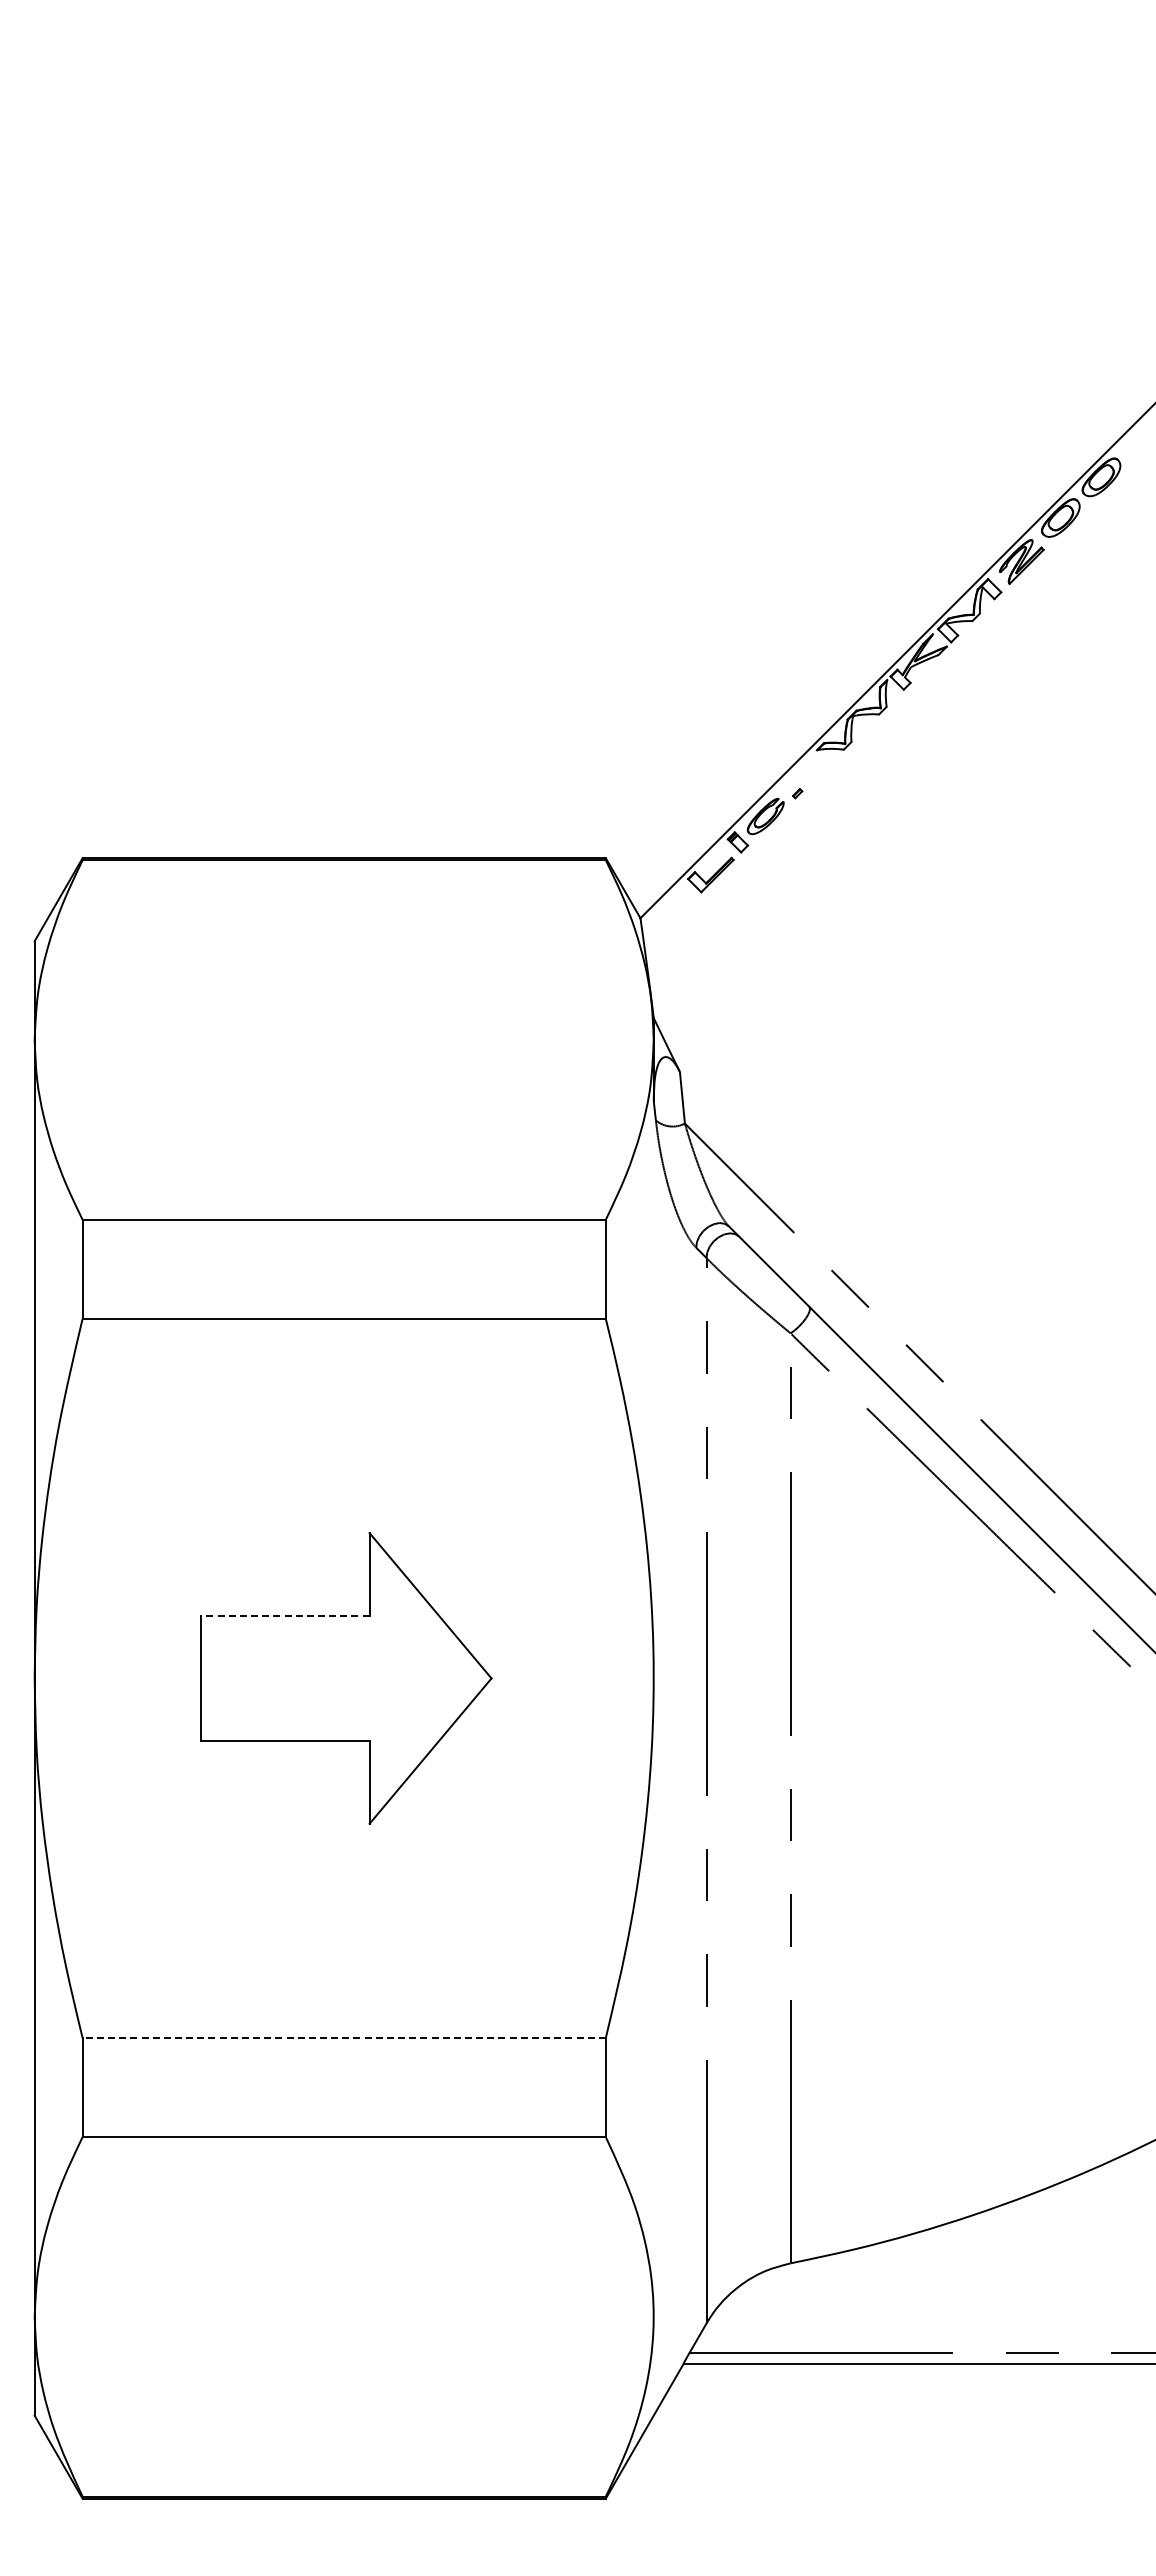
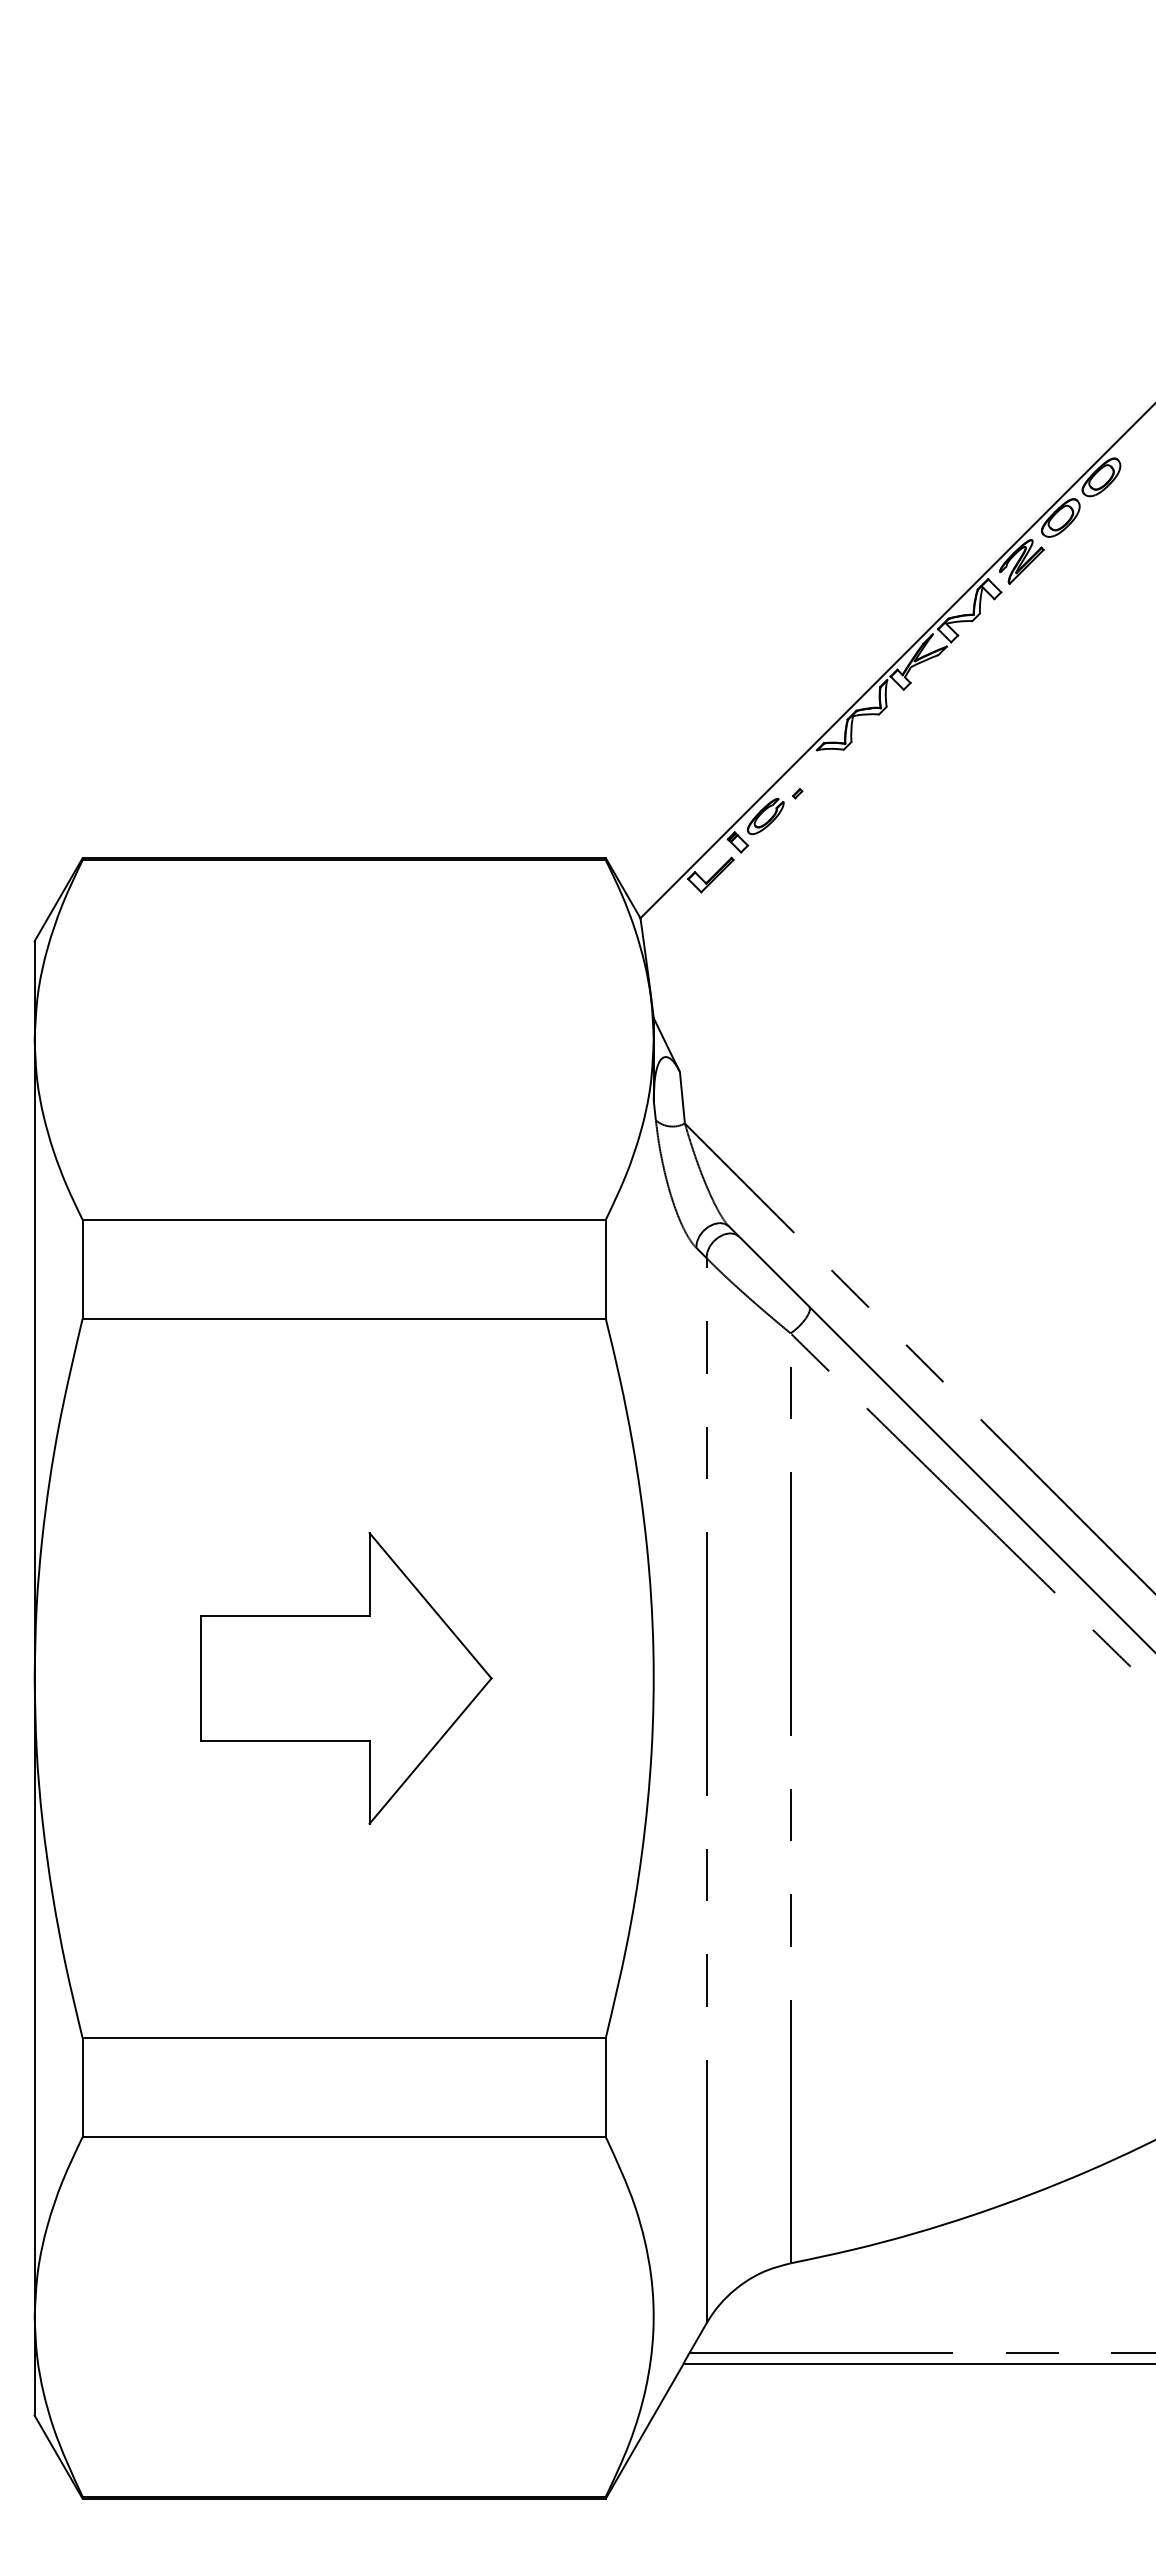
line at (284, 1616): dashed -> solid
line at (344, 2038): dashed -> solid
